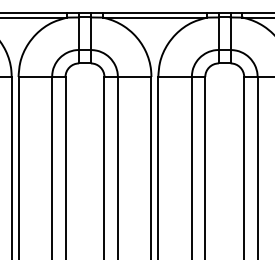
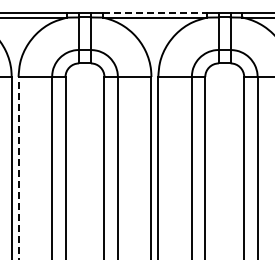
line at (155, 13): solid -> dashed
line at (18, 167): solid -> dashed
